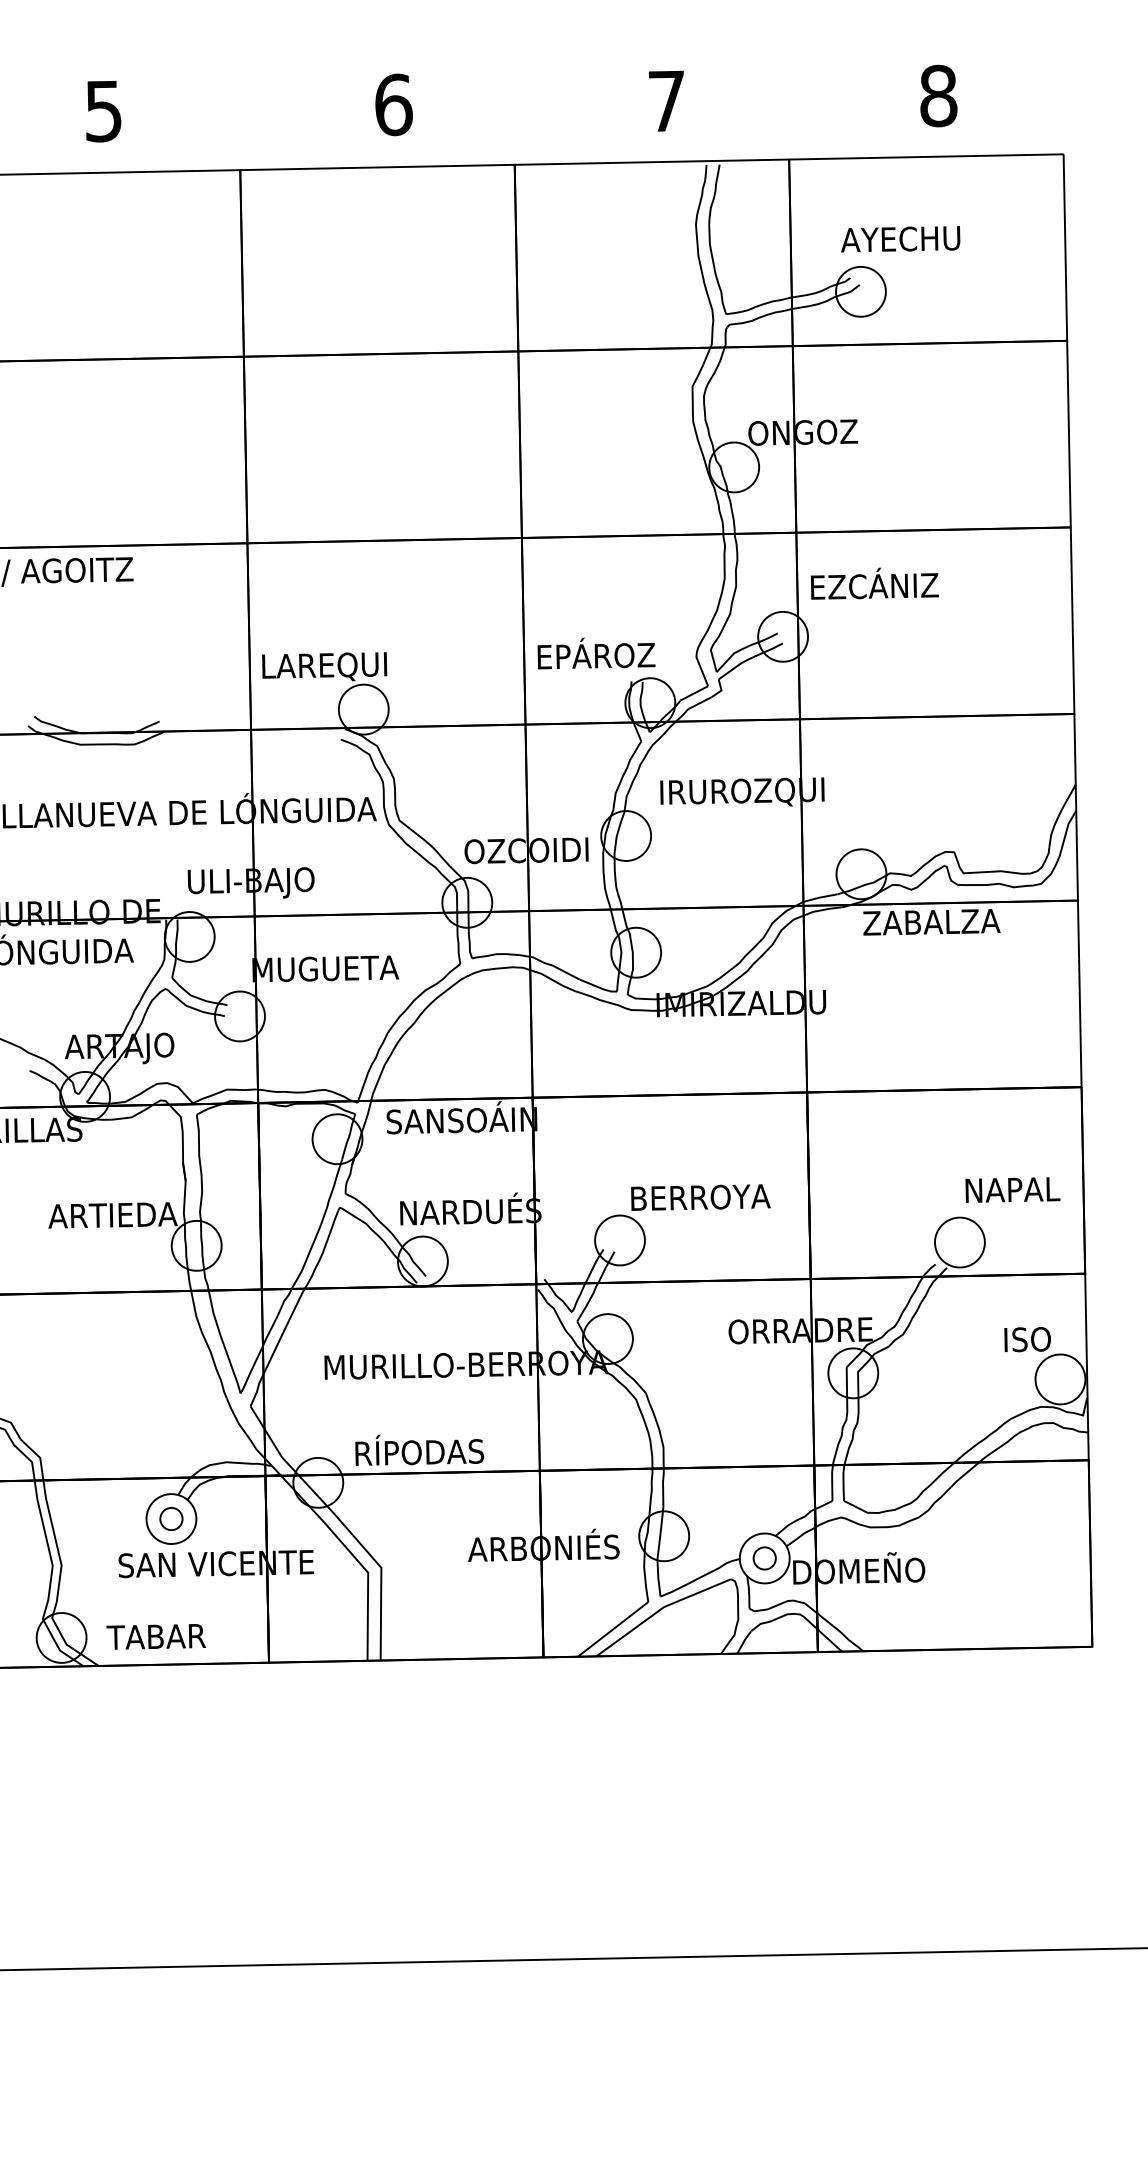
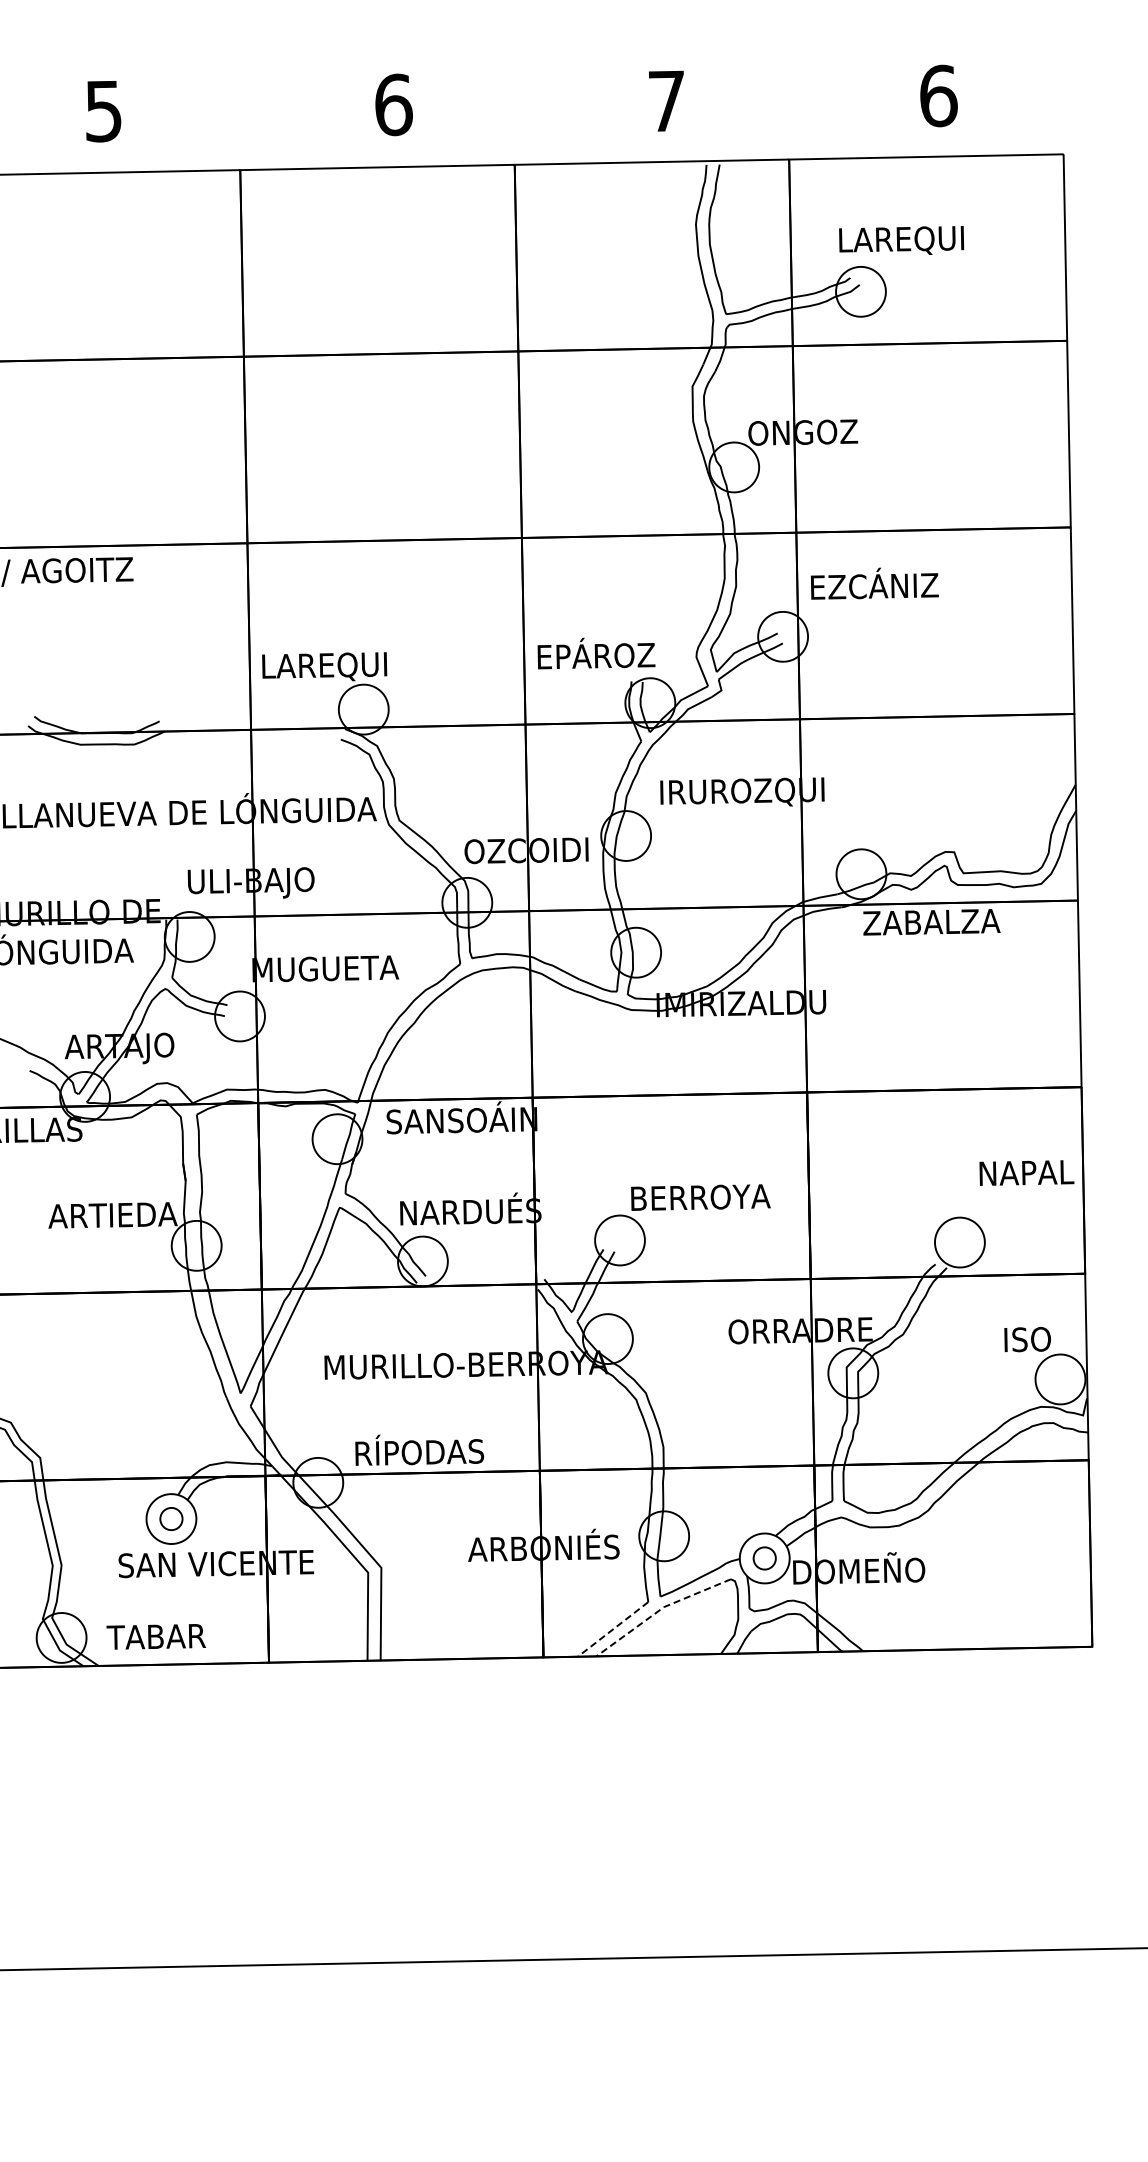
text at (938, 95): 8 -> 6
text at (901, 240): AYECHU -> LAREQUI
text at (1012, 1189) position: (1012, 1189) -> (1026, 1172)
line at (660, 1610): solid -> dashed
line at (613, 1629): solid -> dashed
